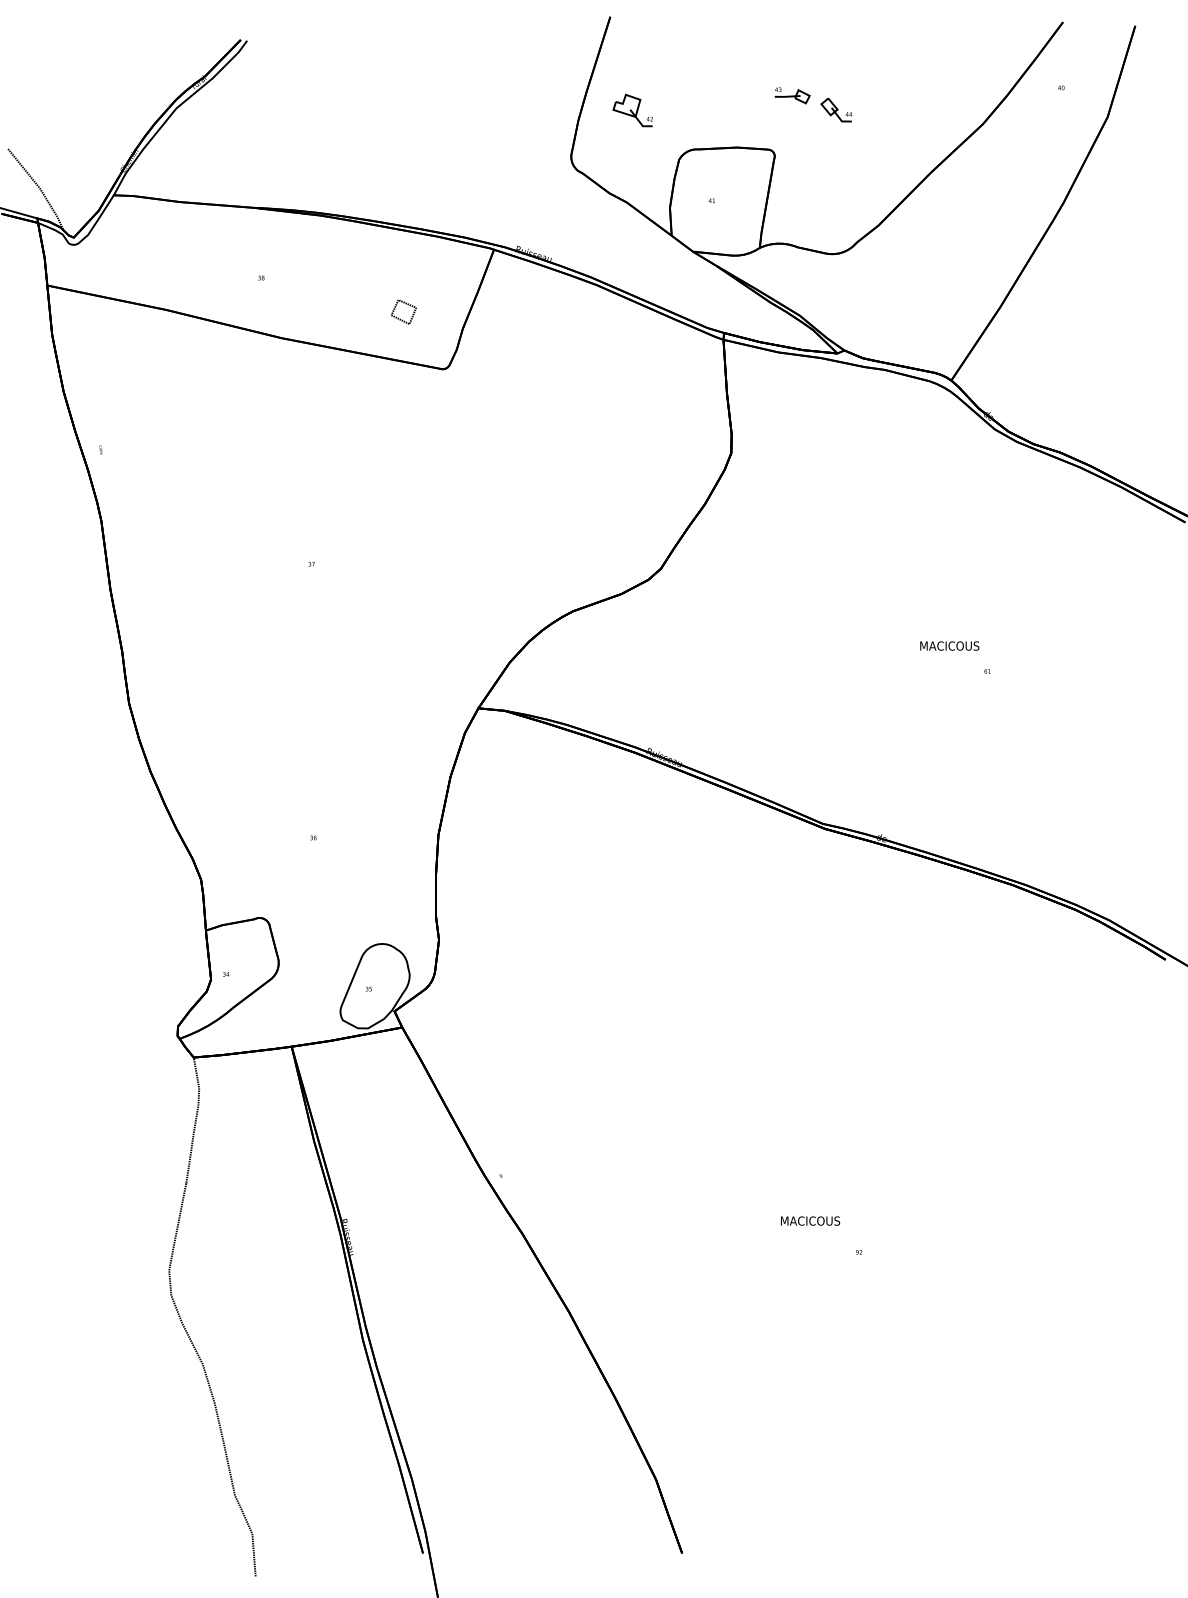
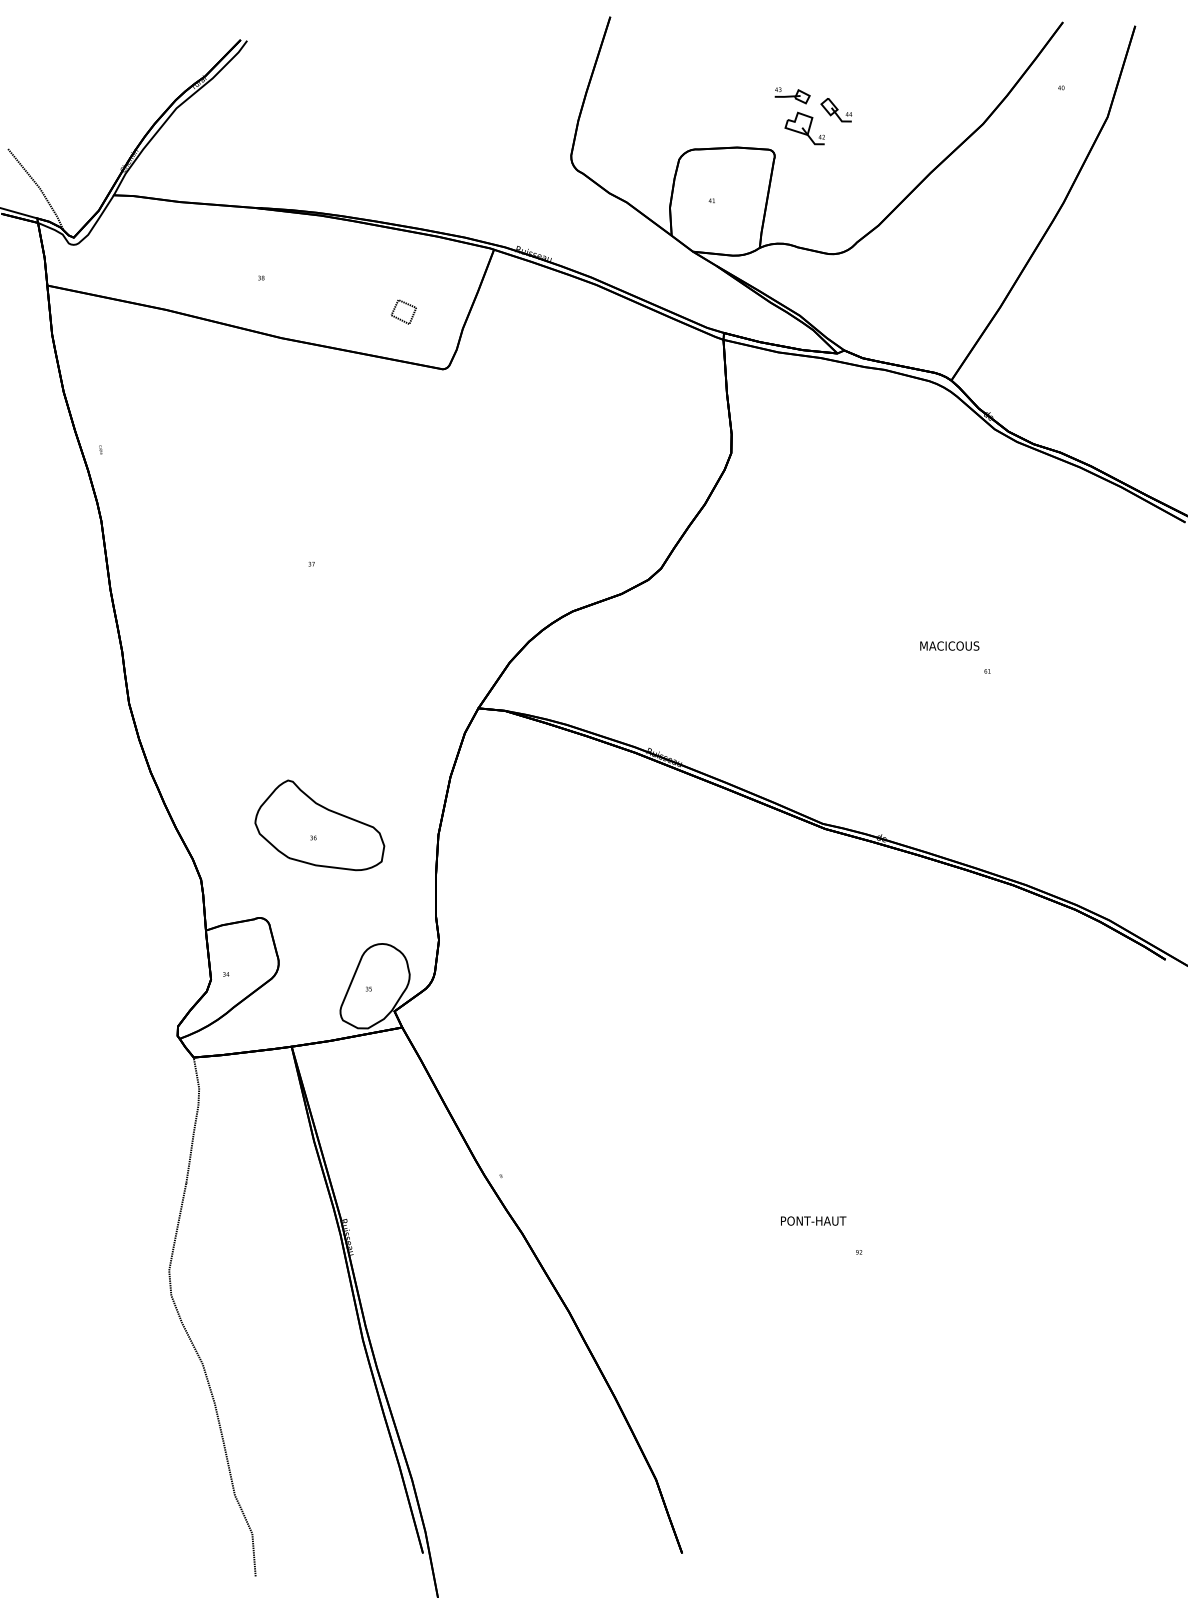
part at (632, 110) position: (632, 110) -> (804, 128)
part at (319, 825): none -> present
text at (814, 1220): MACICOUS -> PONT-HAUT
